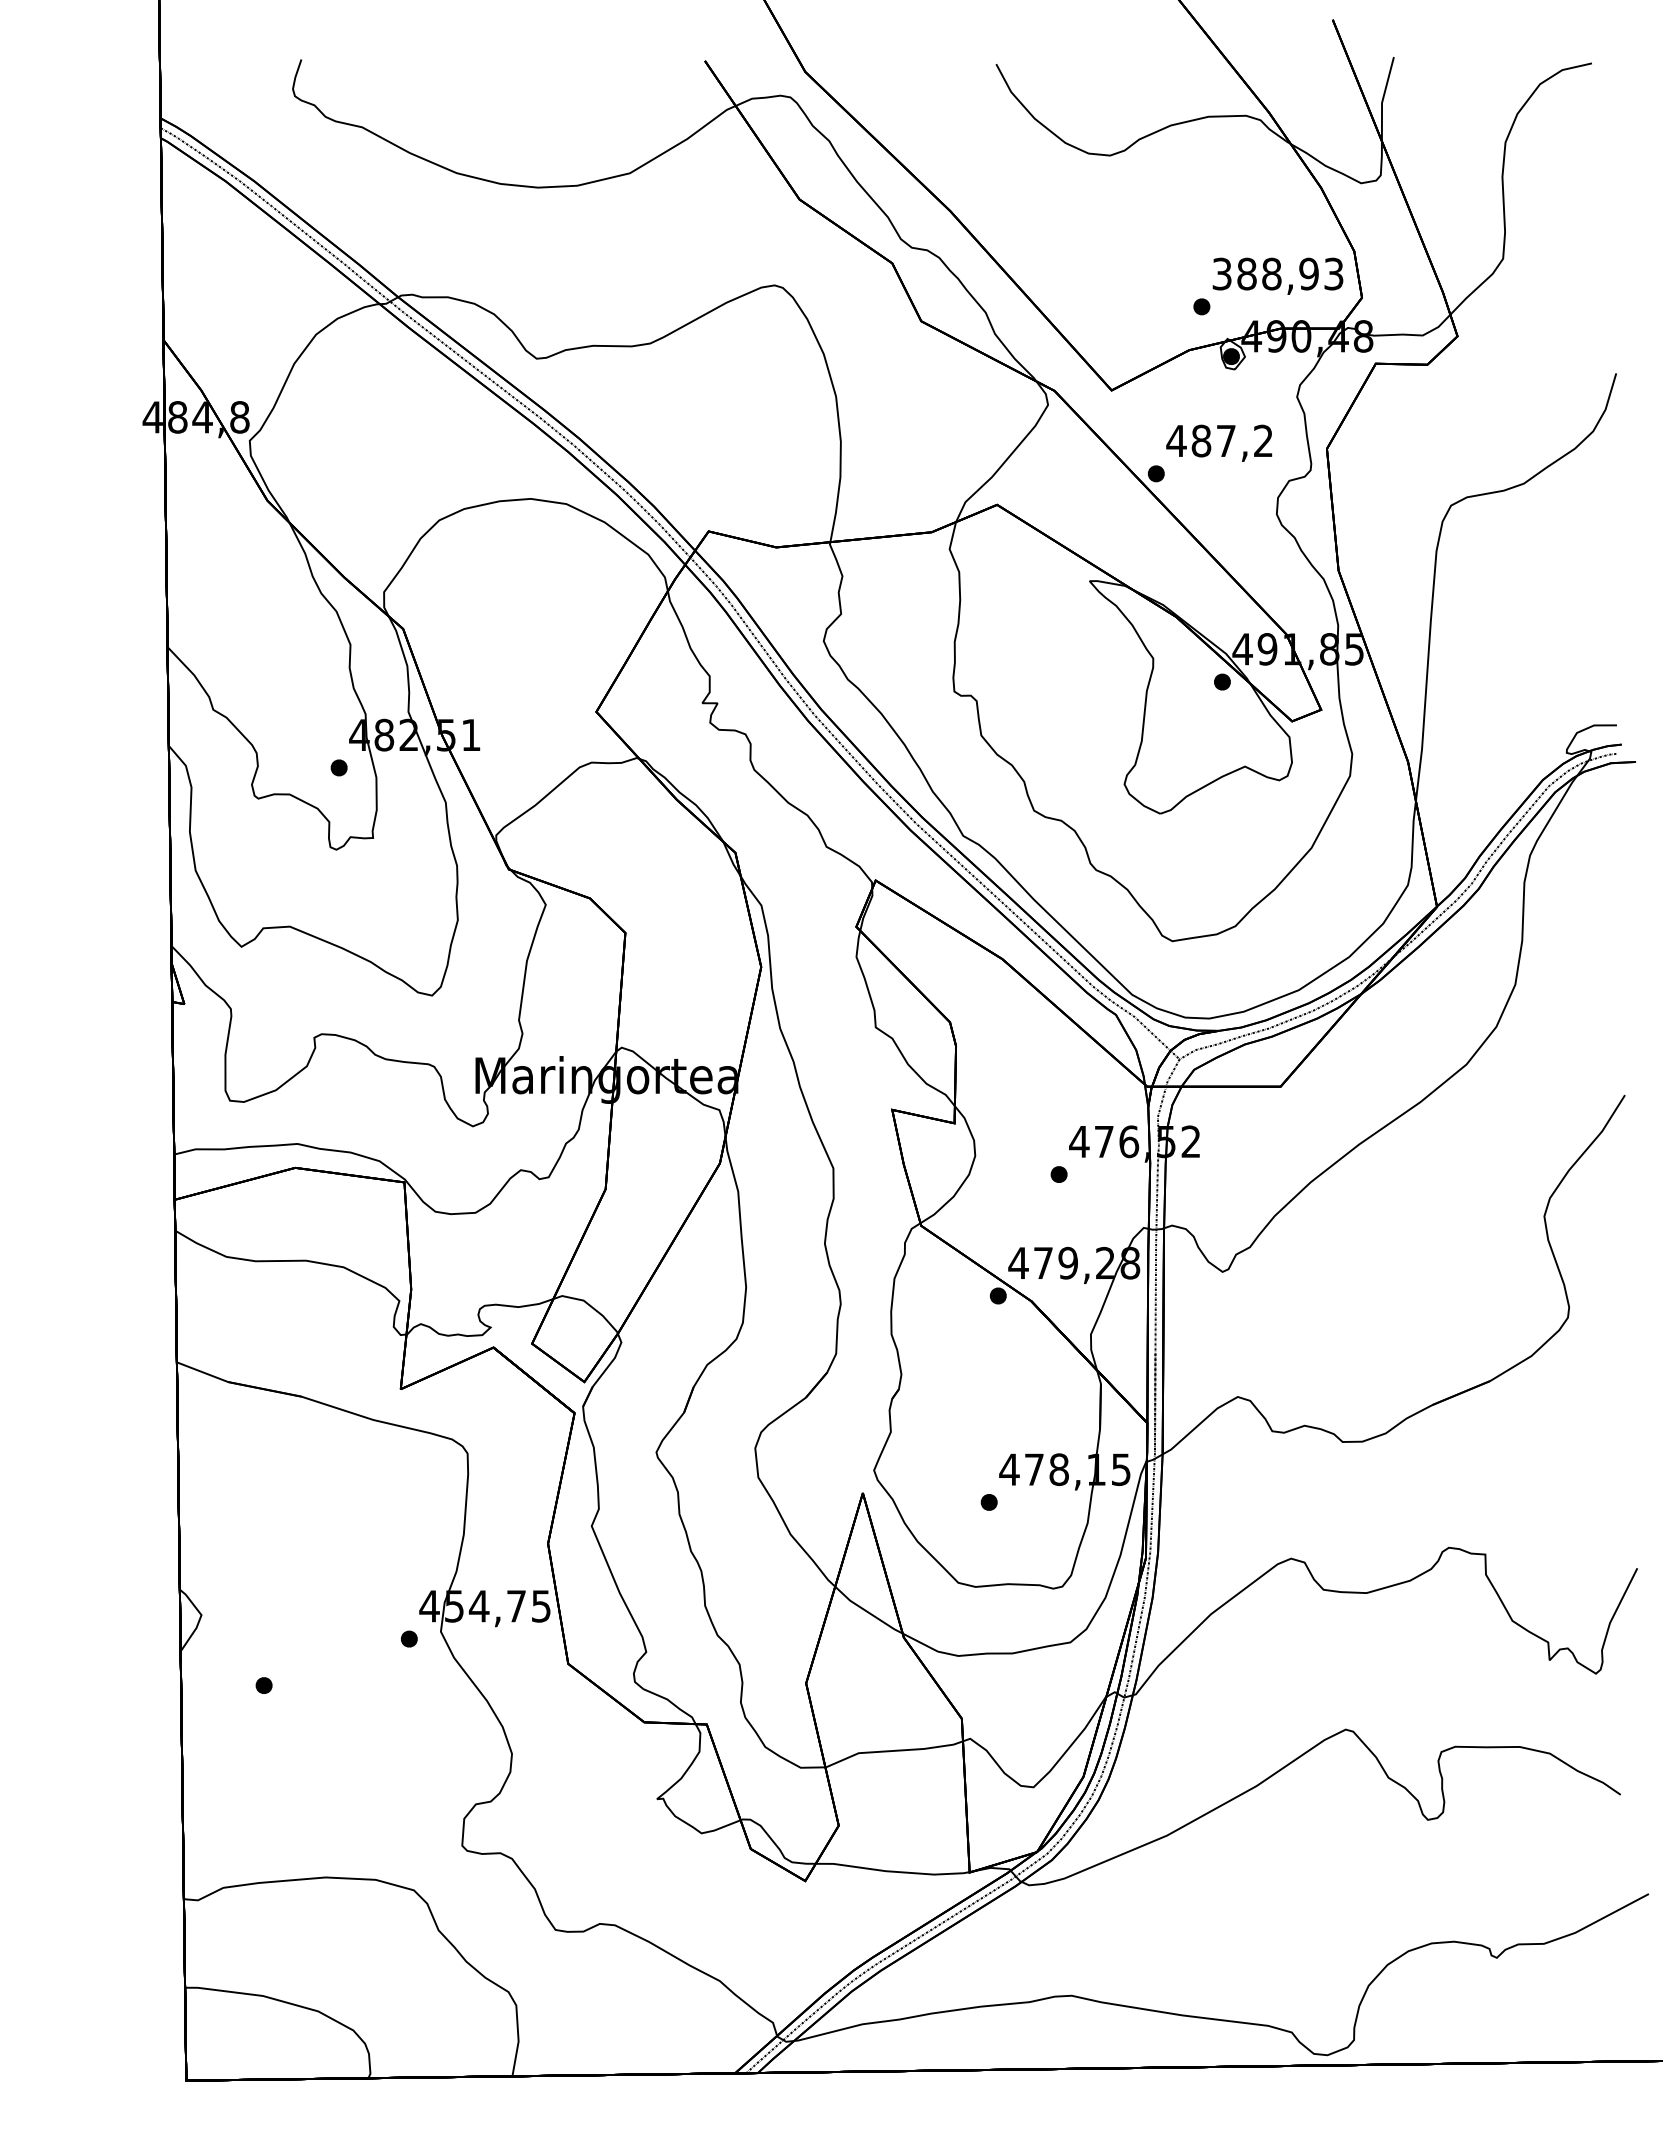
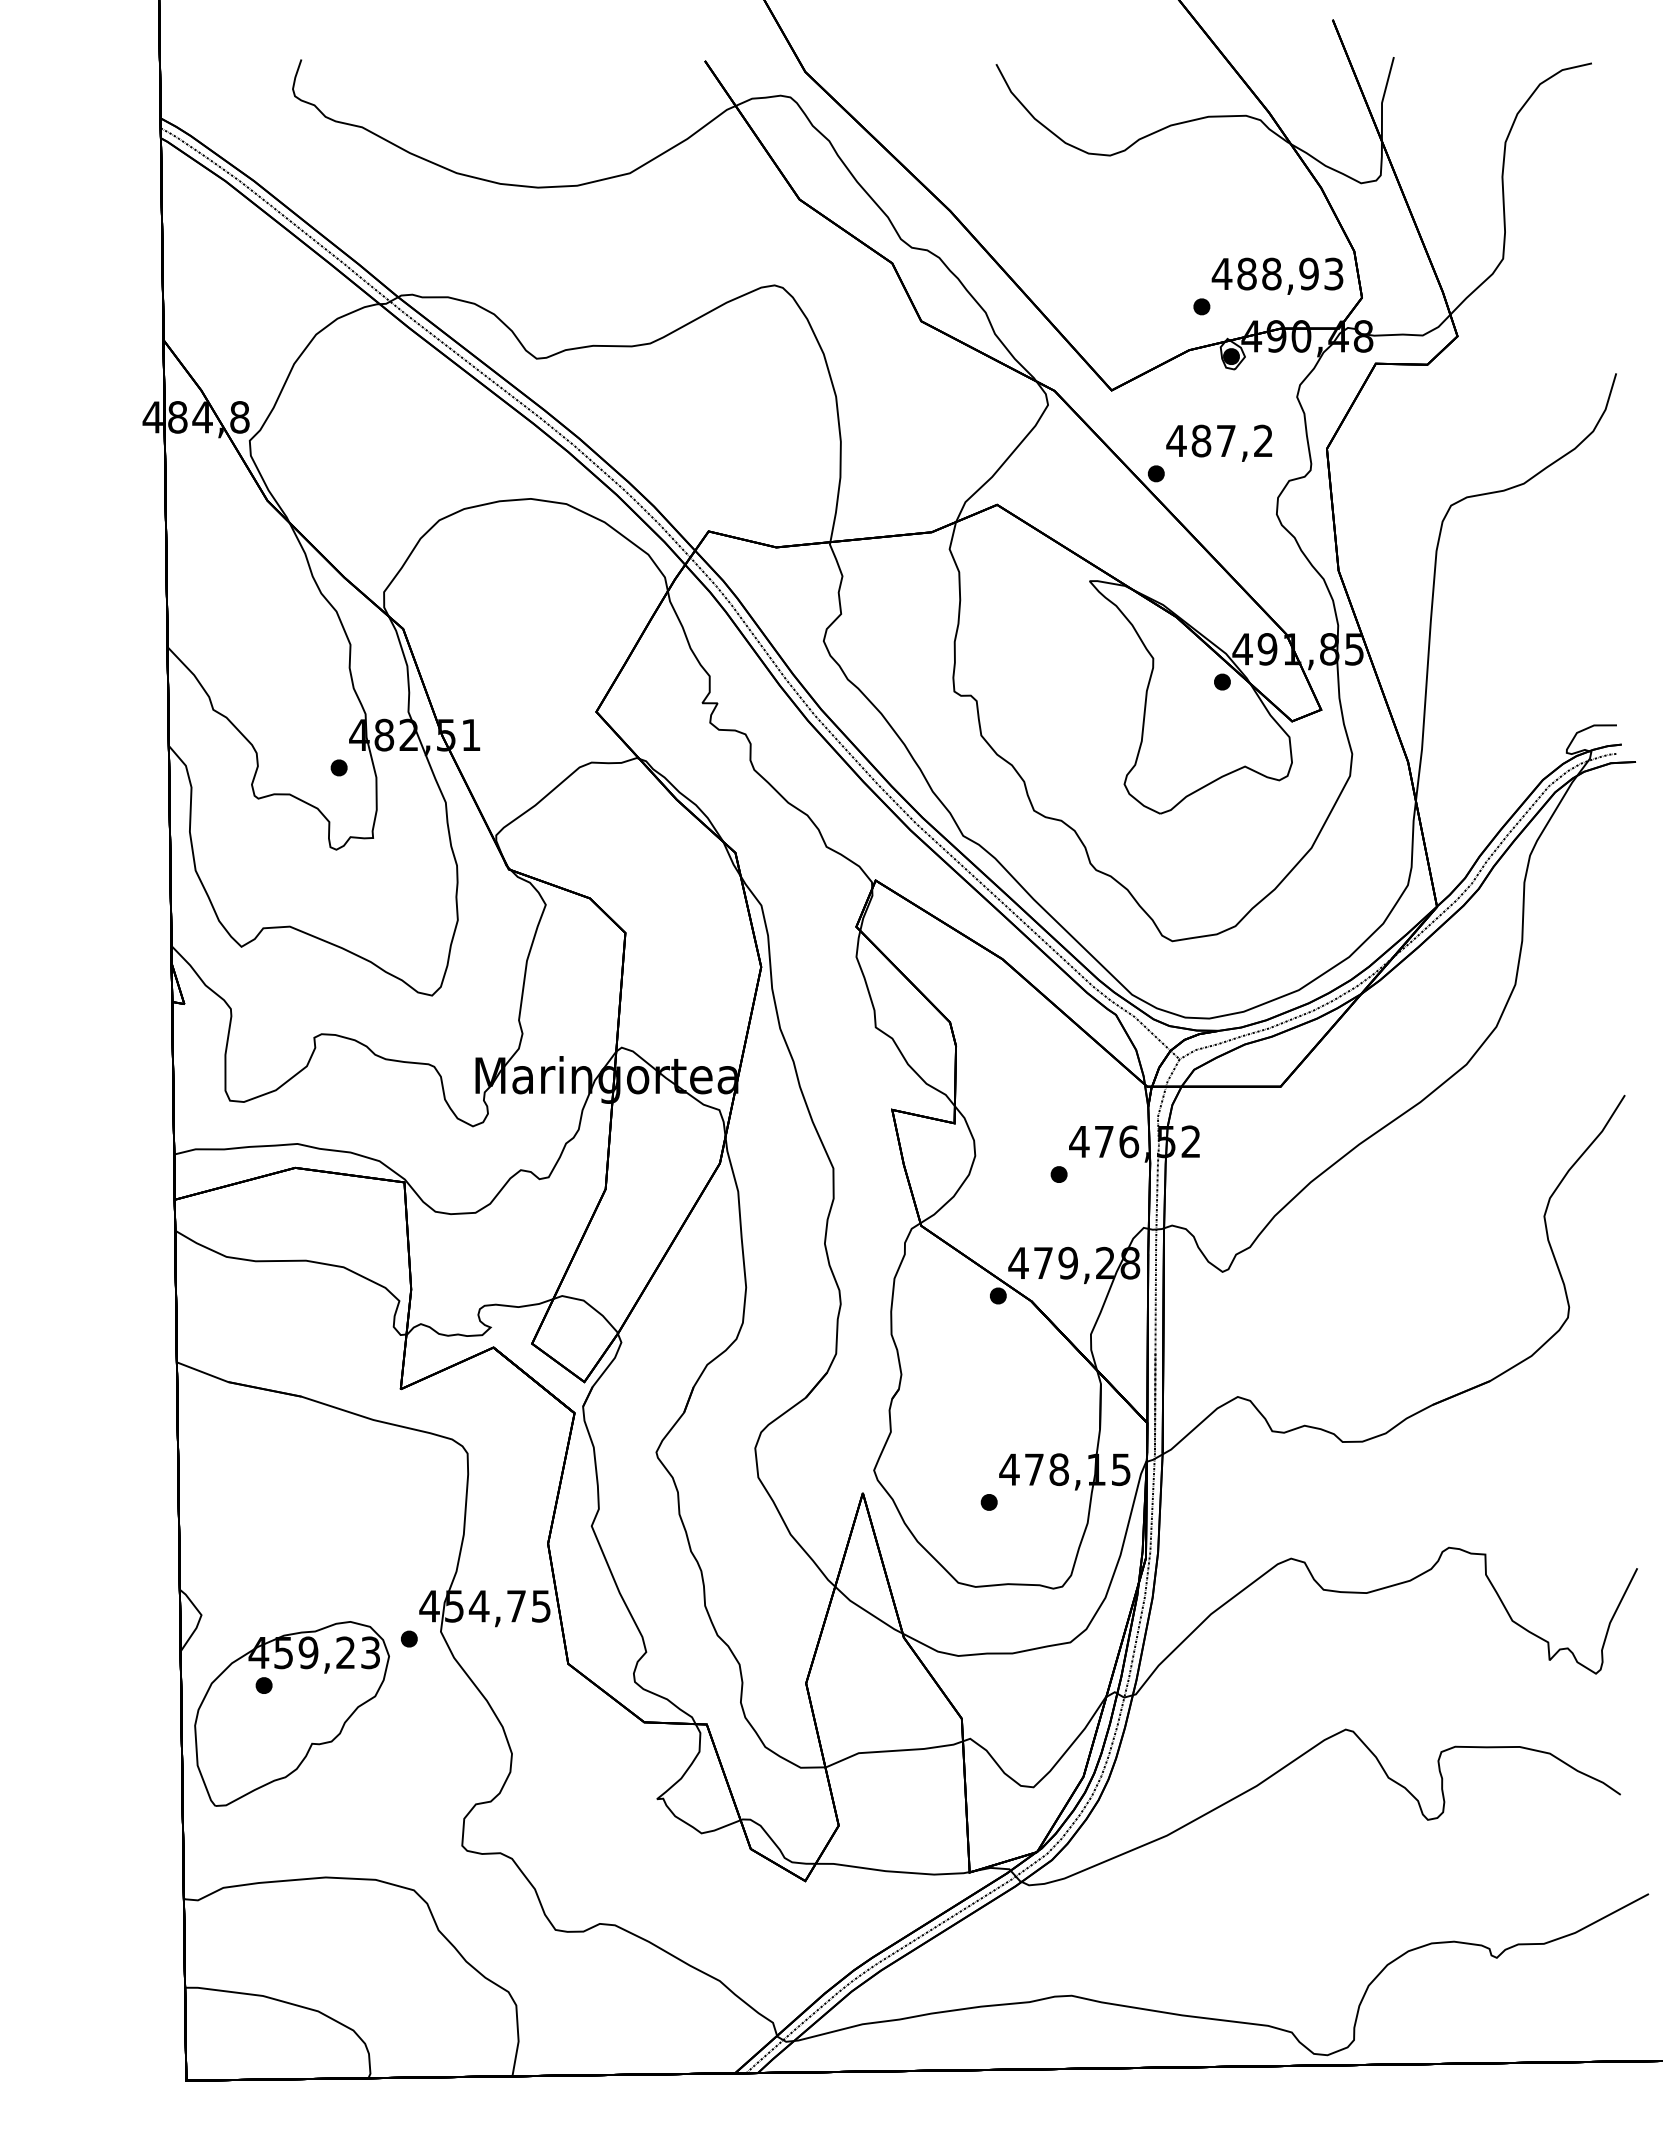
text at (1221, 273): 388,93 -> 488,93
part at (291, 1713): none -> present
